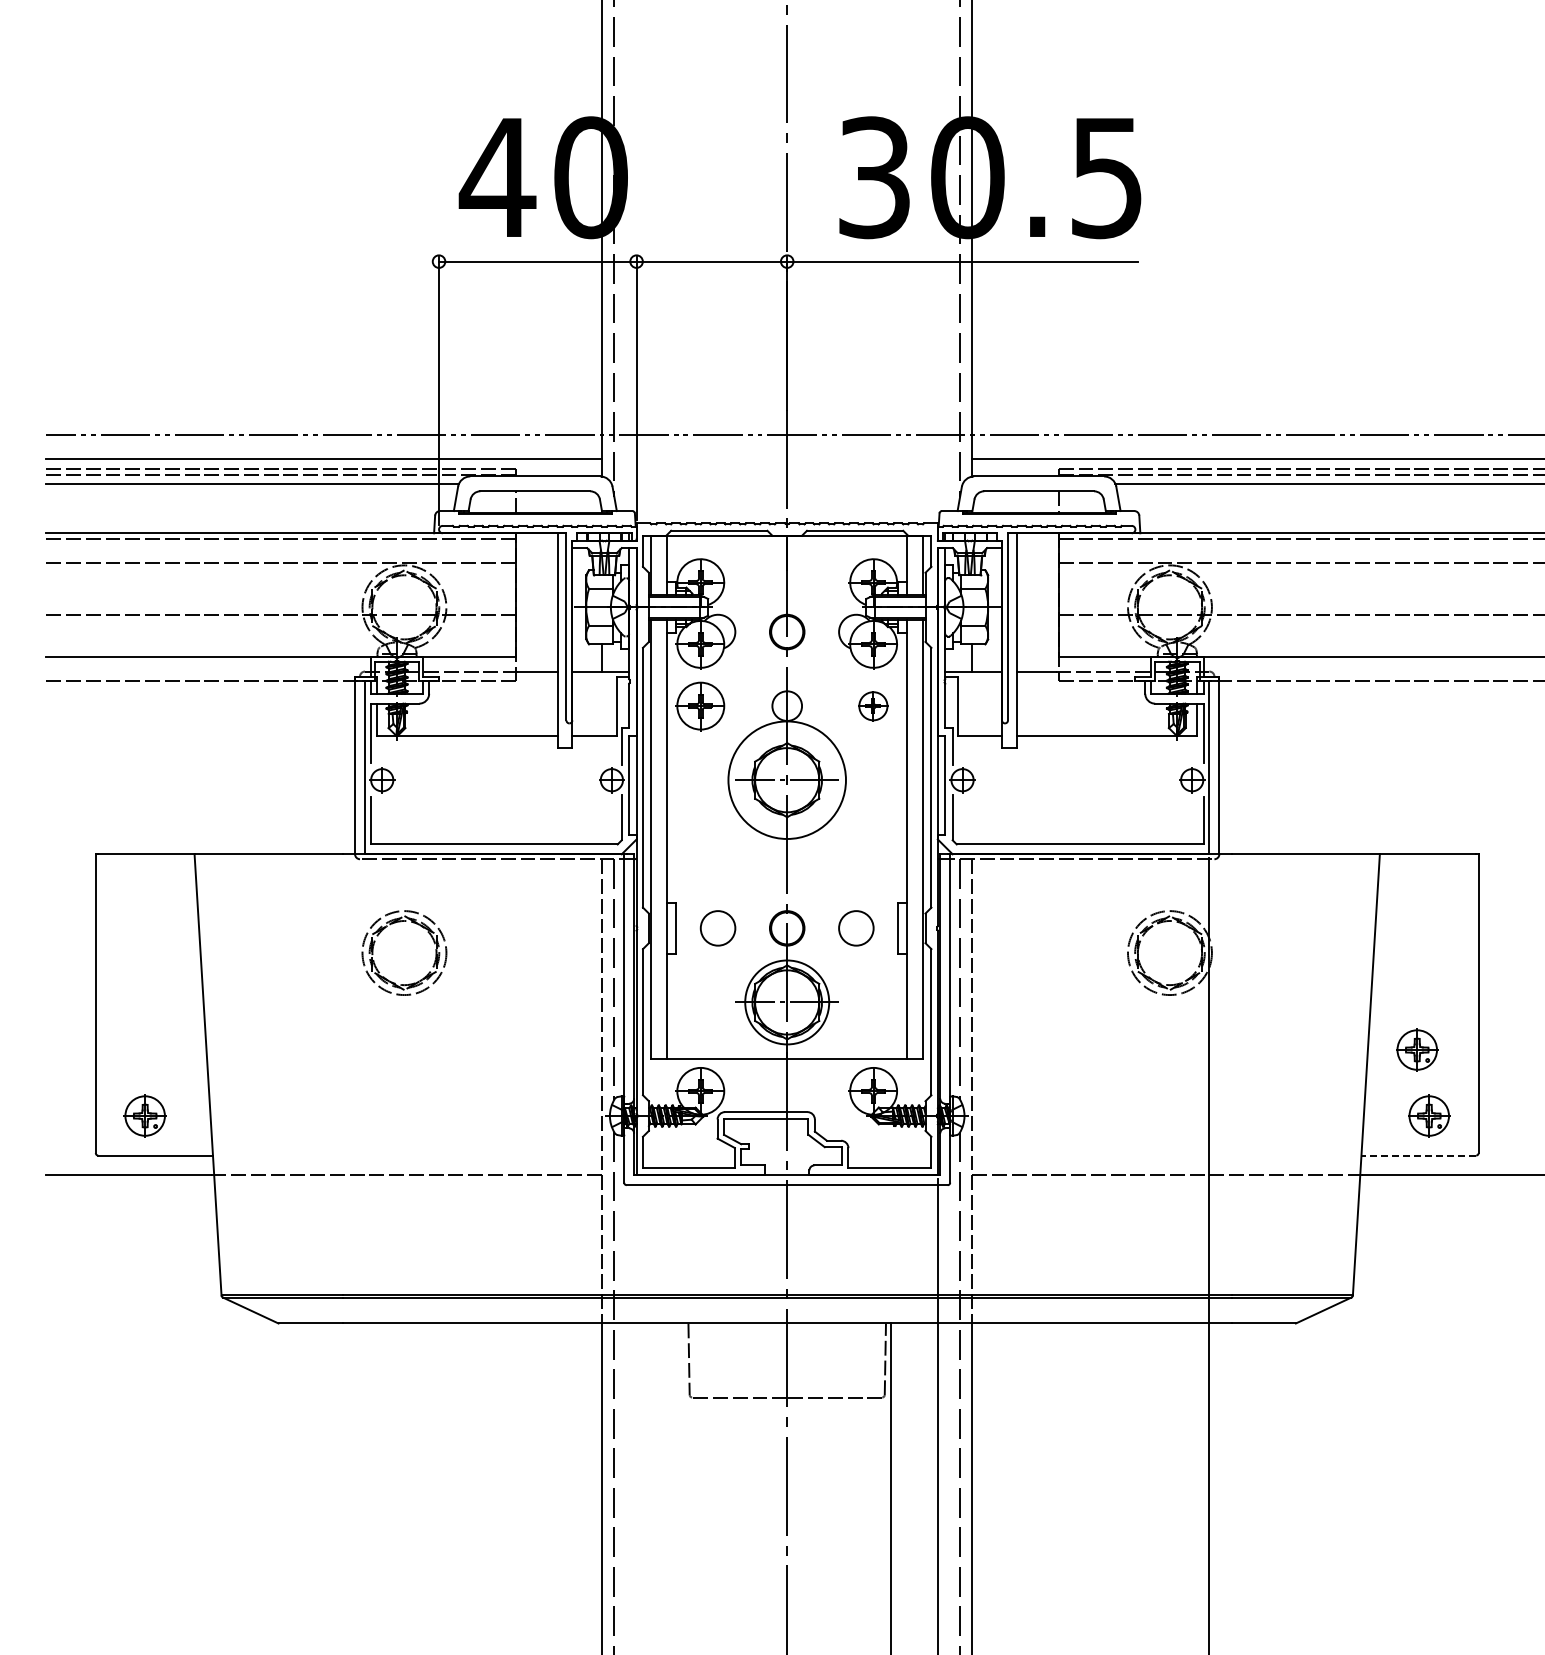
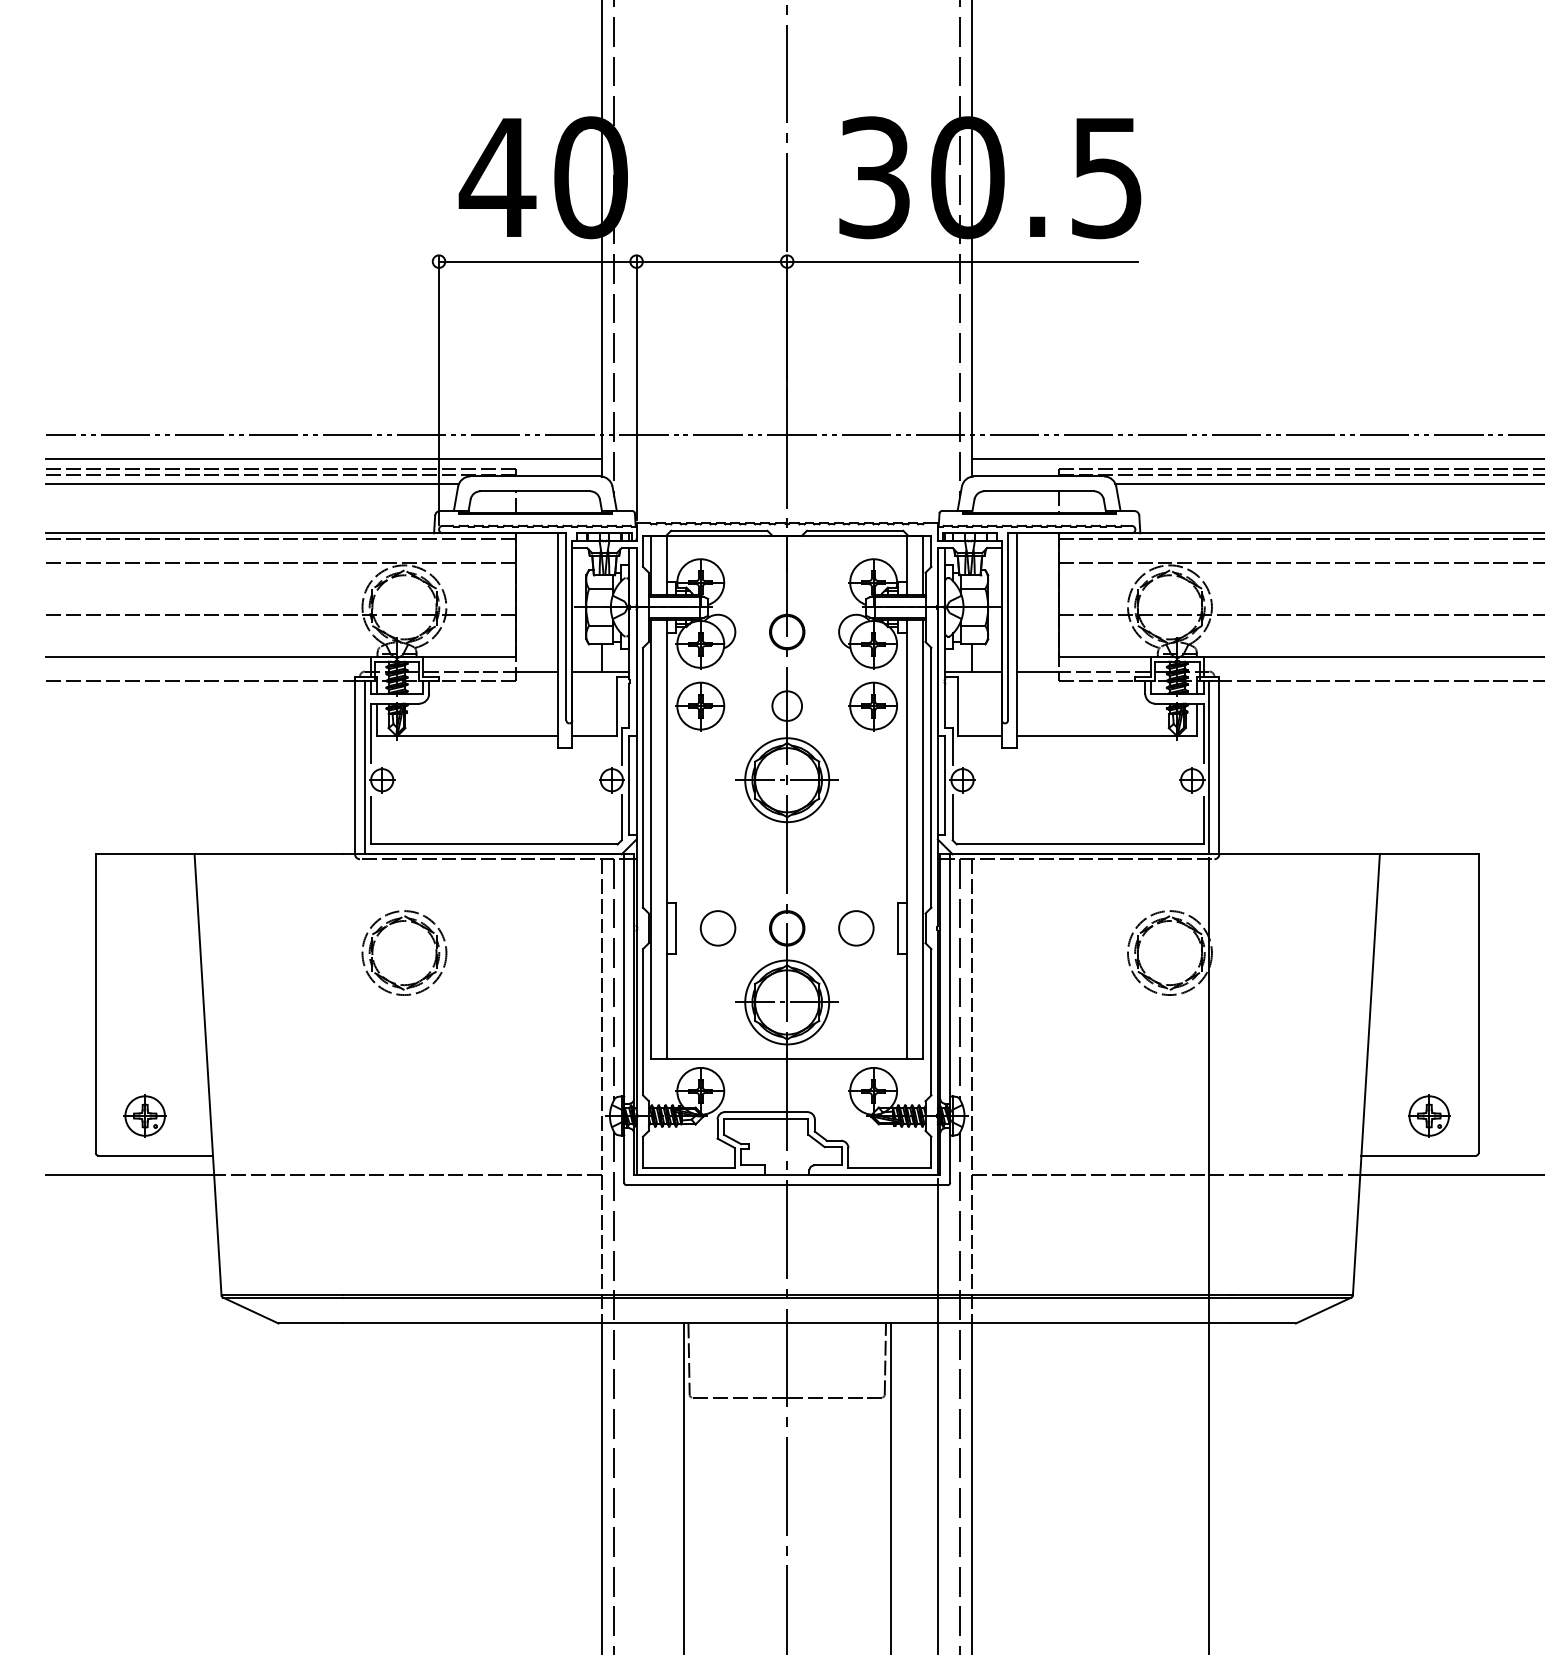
part at (873, 706) size: 31x31 px -> 50x51 px
circle at (786, 779) diameter: 118 px -> 84 px
part at (1417, 1049): present -> none
line at (1418, 1155): dashed -> solid
line at (683, 1487): none -> present
